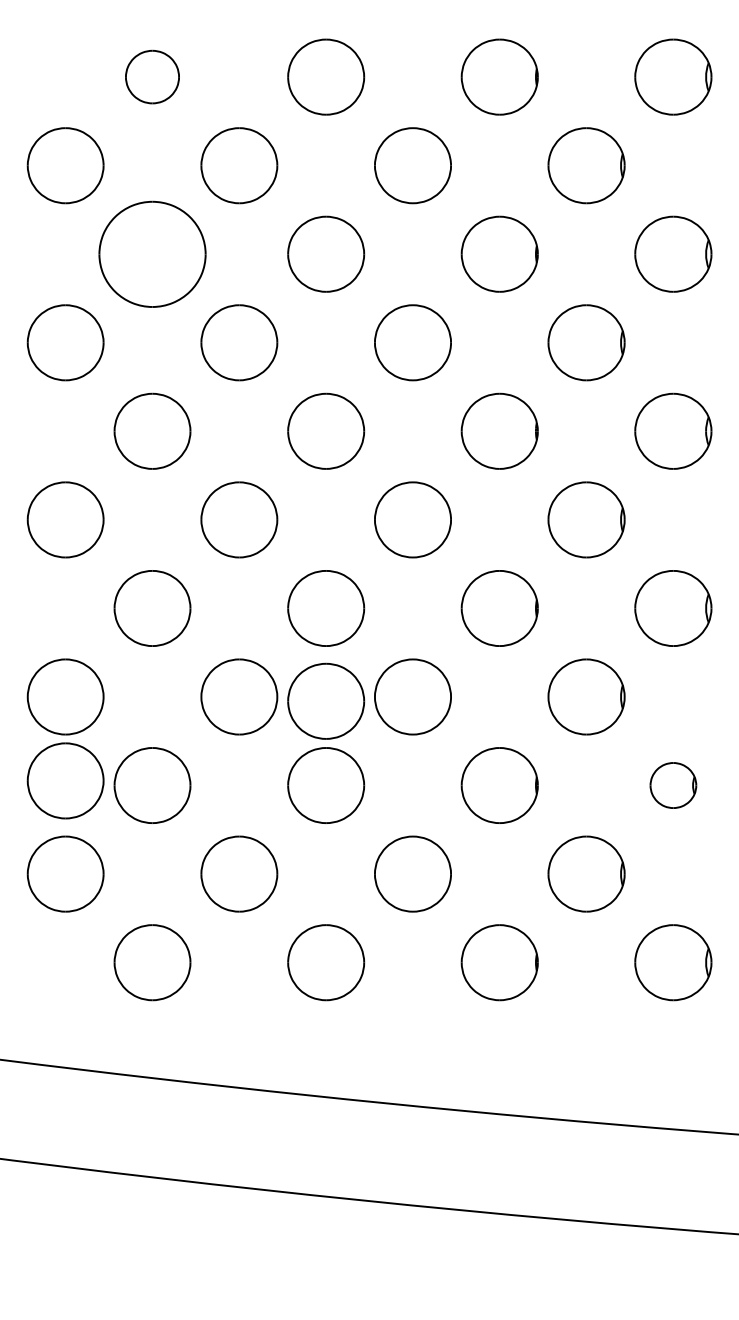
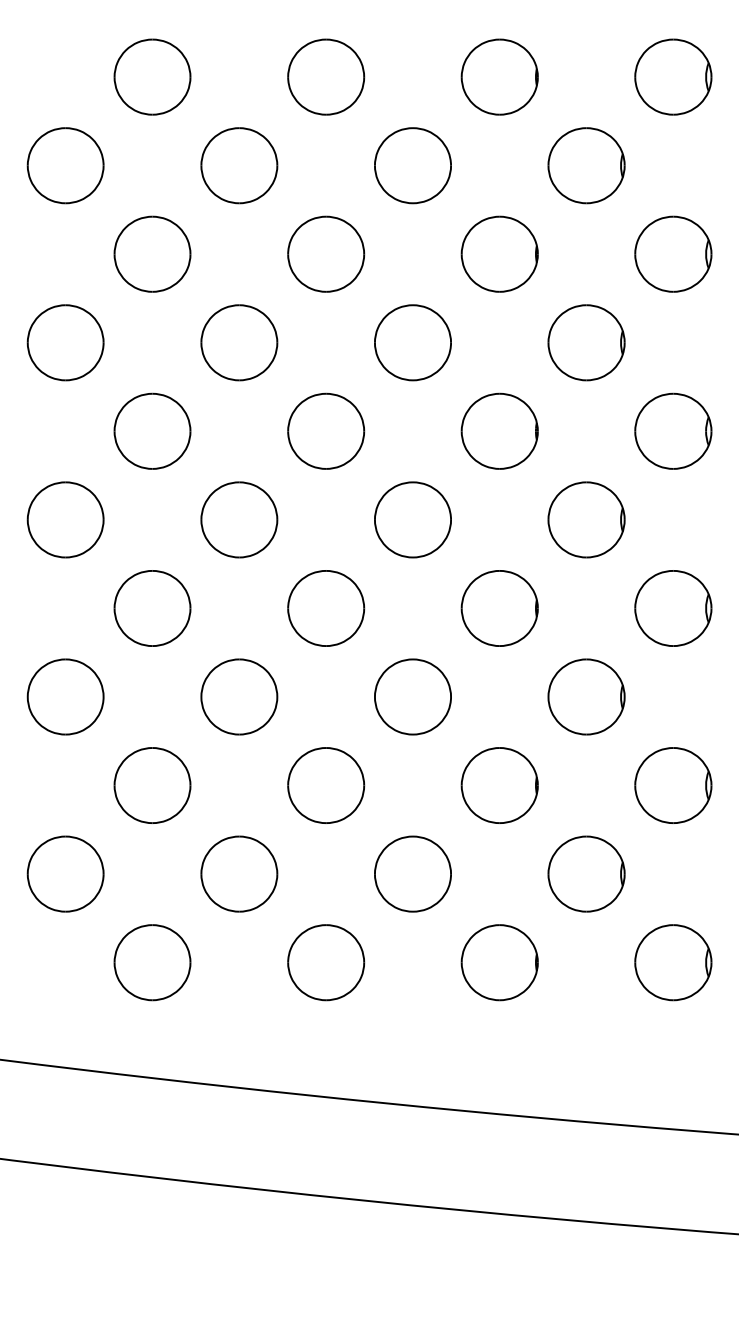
part at (152, 76) size: 55x56 px -> 79x78 px
part at (152, 253) size: 109x108 px -> 79x78 px
part at (326, 700): present -> none
part at (65, 780): present -> none
part at (673, 785) size: 49x47 px -> 79x77 px
